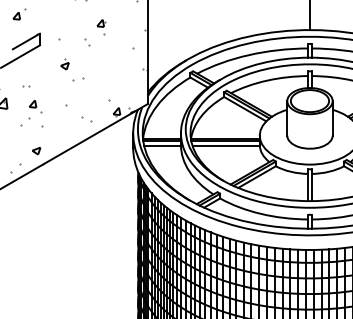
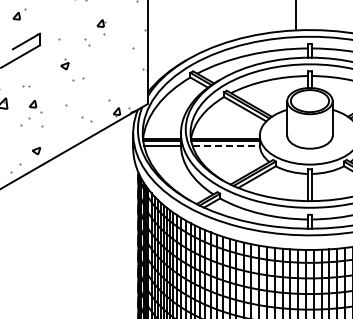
line at (310, 16) position: (310, 16) -> (296, 16)
line at (226, 146): solid -> dashed
